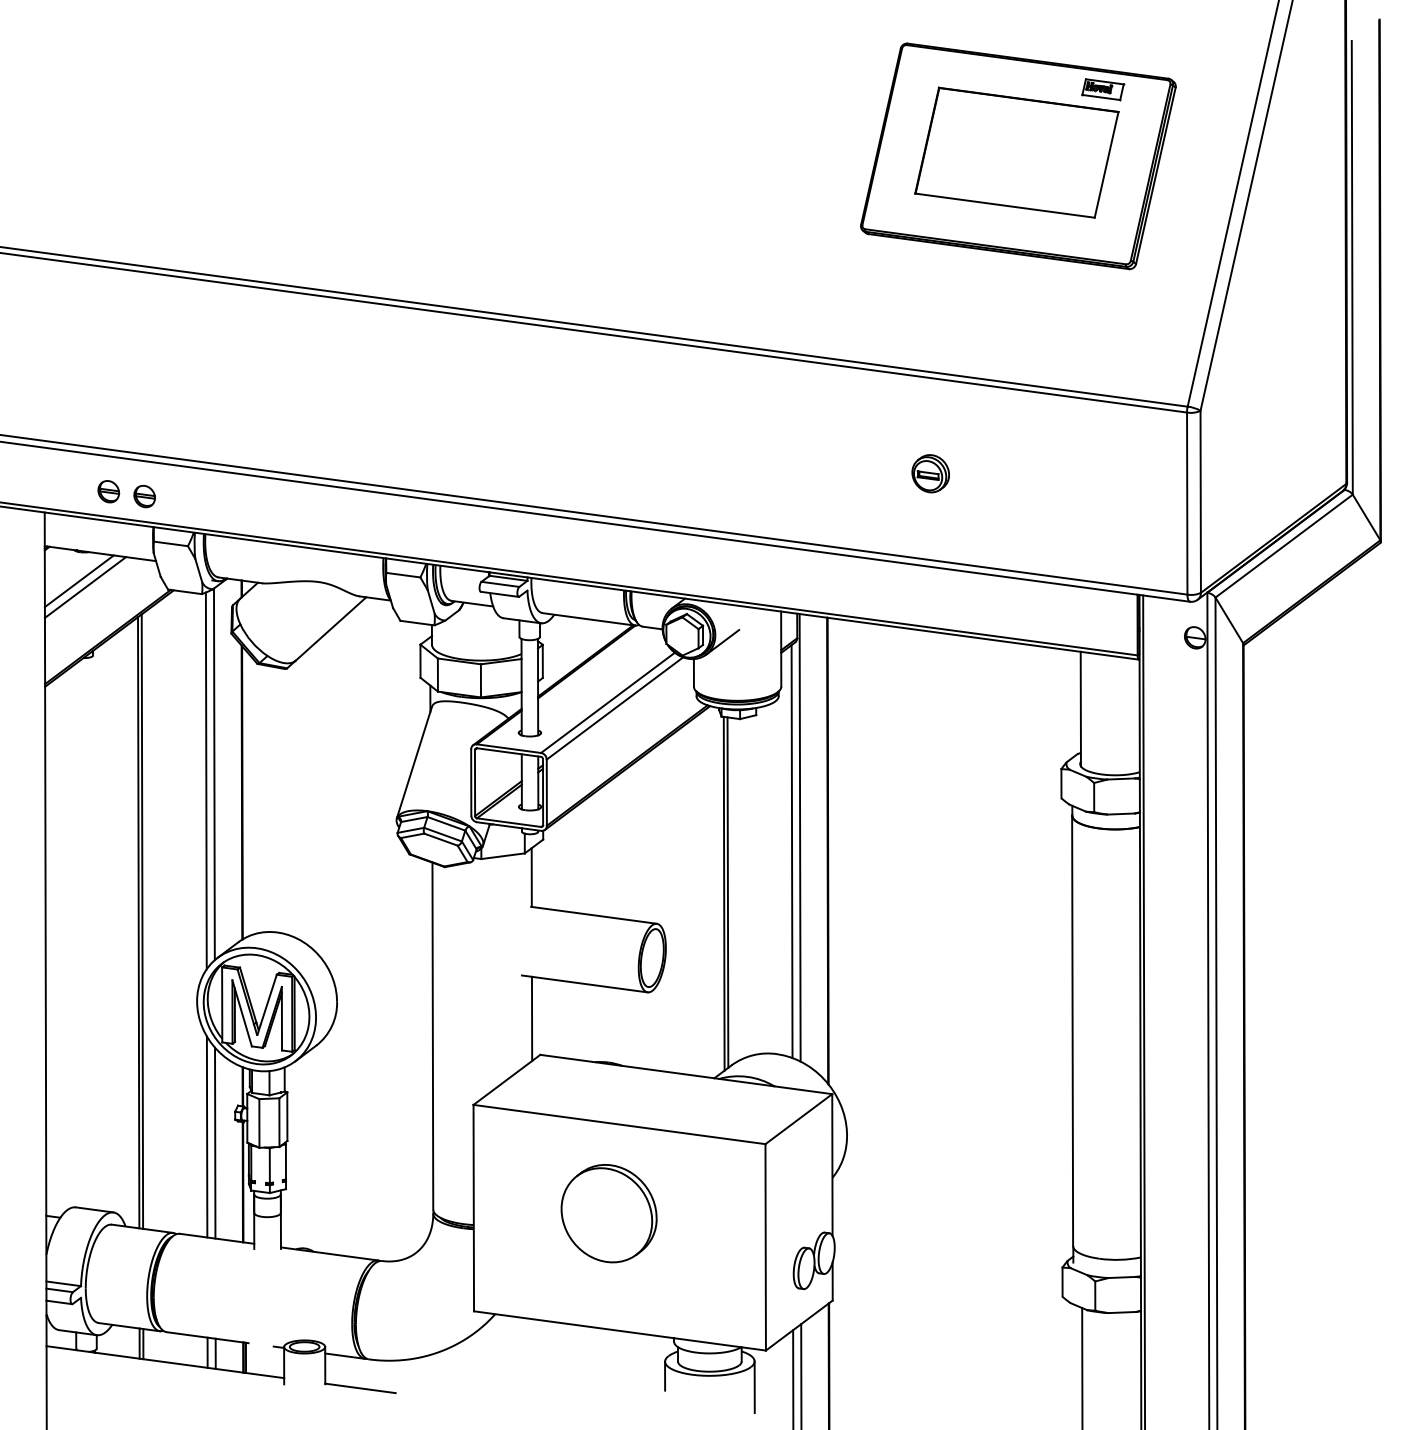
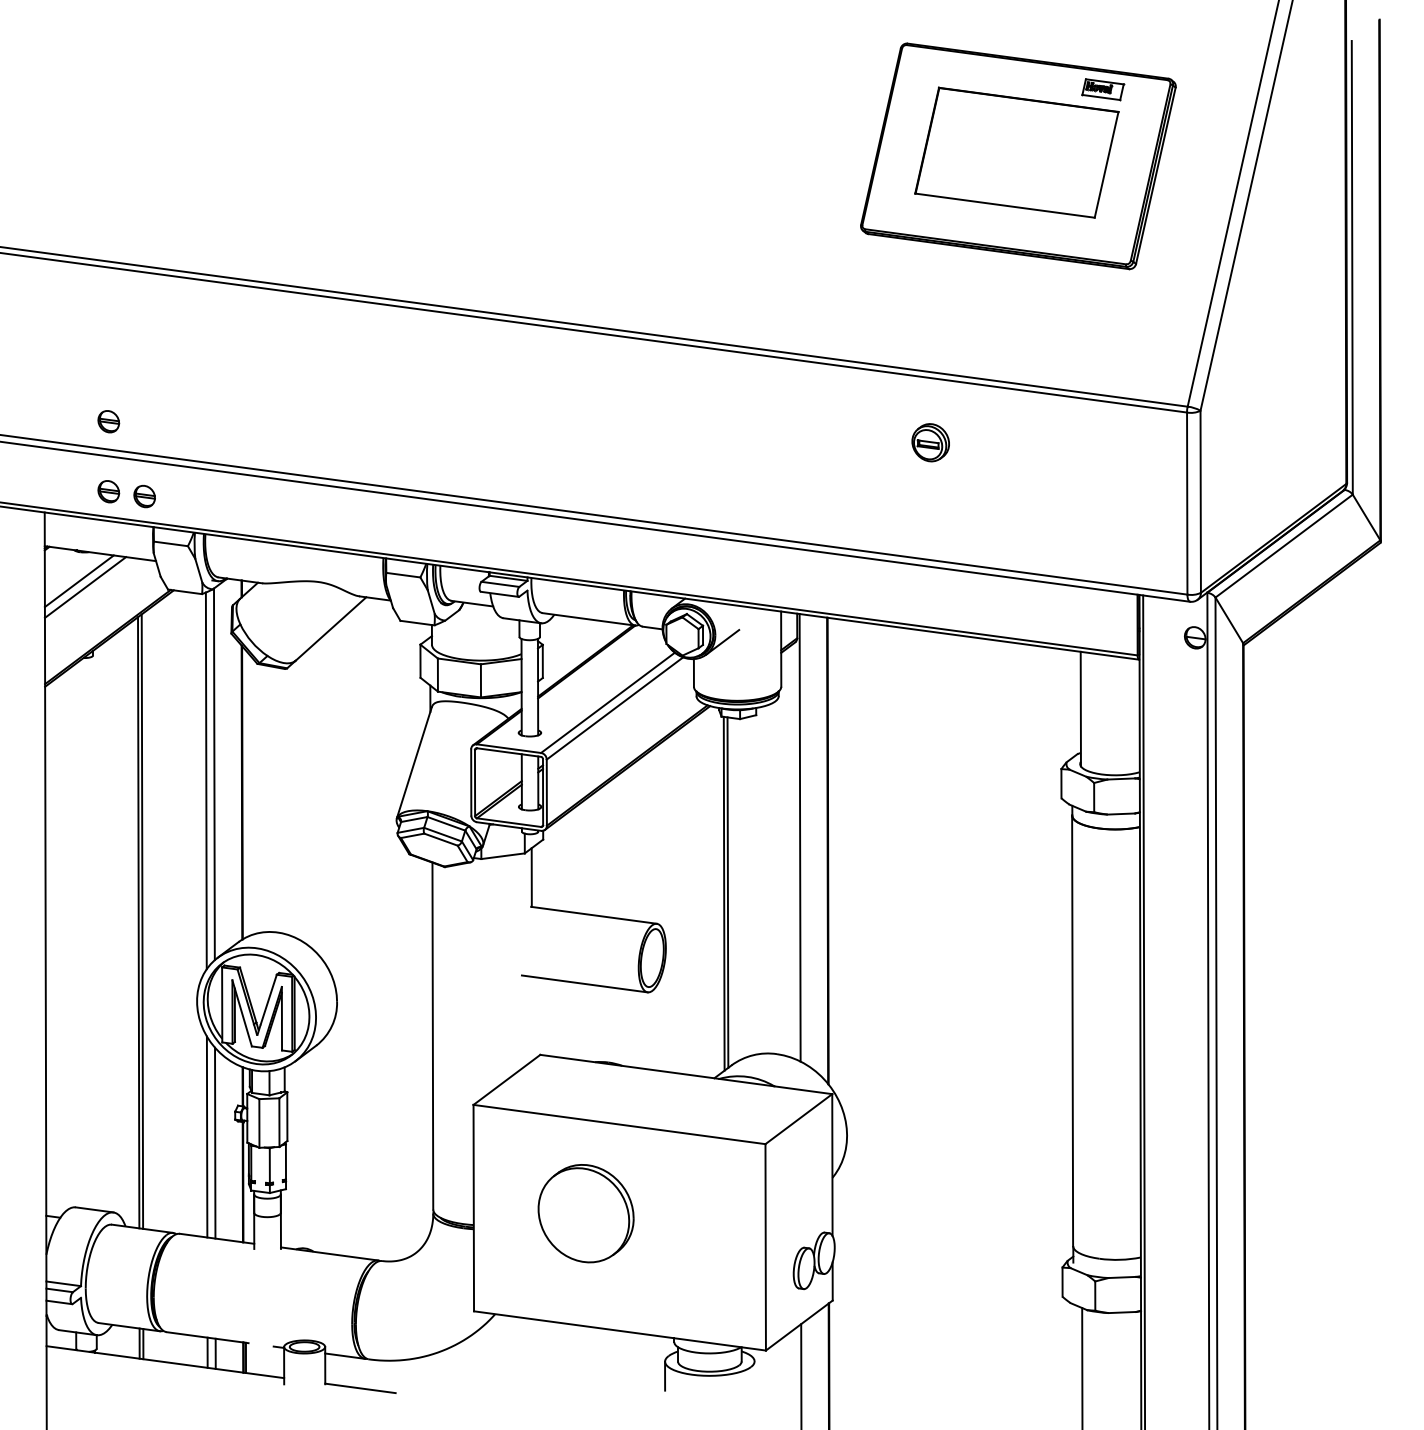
part at (108, 421): none -> present
part at (930, 473) position: (930, 473) -> (930, 442)
line at (791, 851): present -> none
line at (531, 1018): present -> none
part at (608, 1213) position: (608, 1213) -> (585, 1213)
line at (793, 1378): present -> none
line at (754, 1387): present -> none
